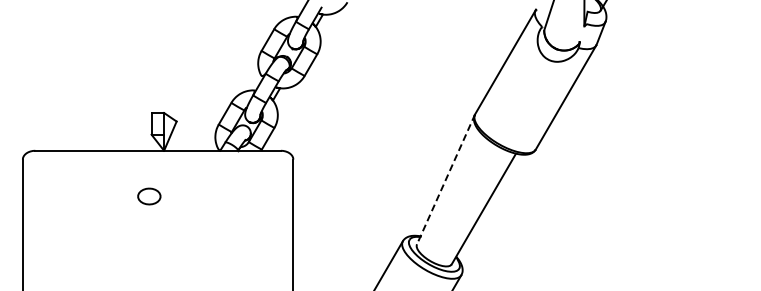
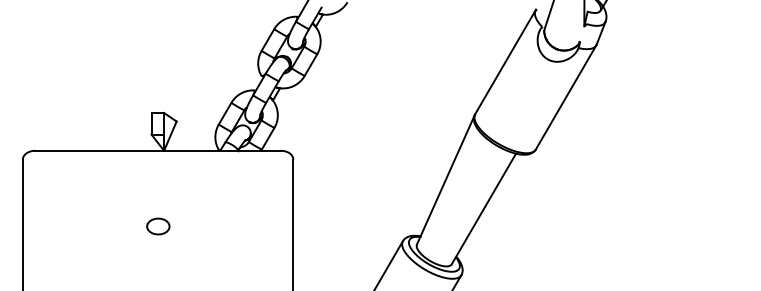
line at (445, 179): dashed -> solid
part at (149, 196) position: (149, 196) -> (158, 226)
